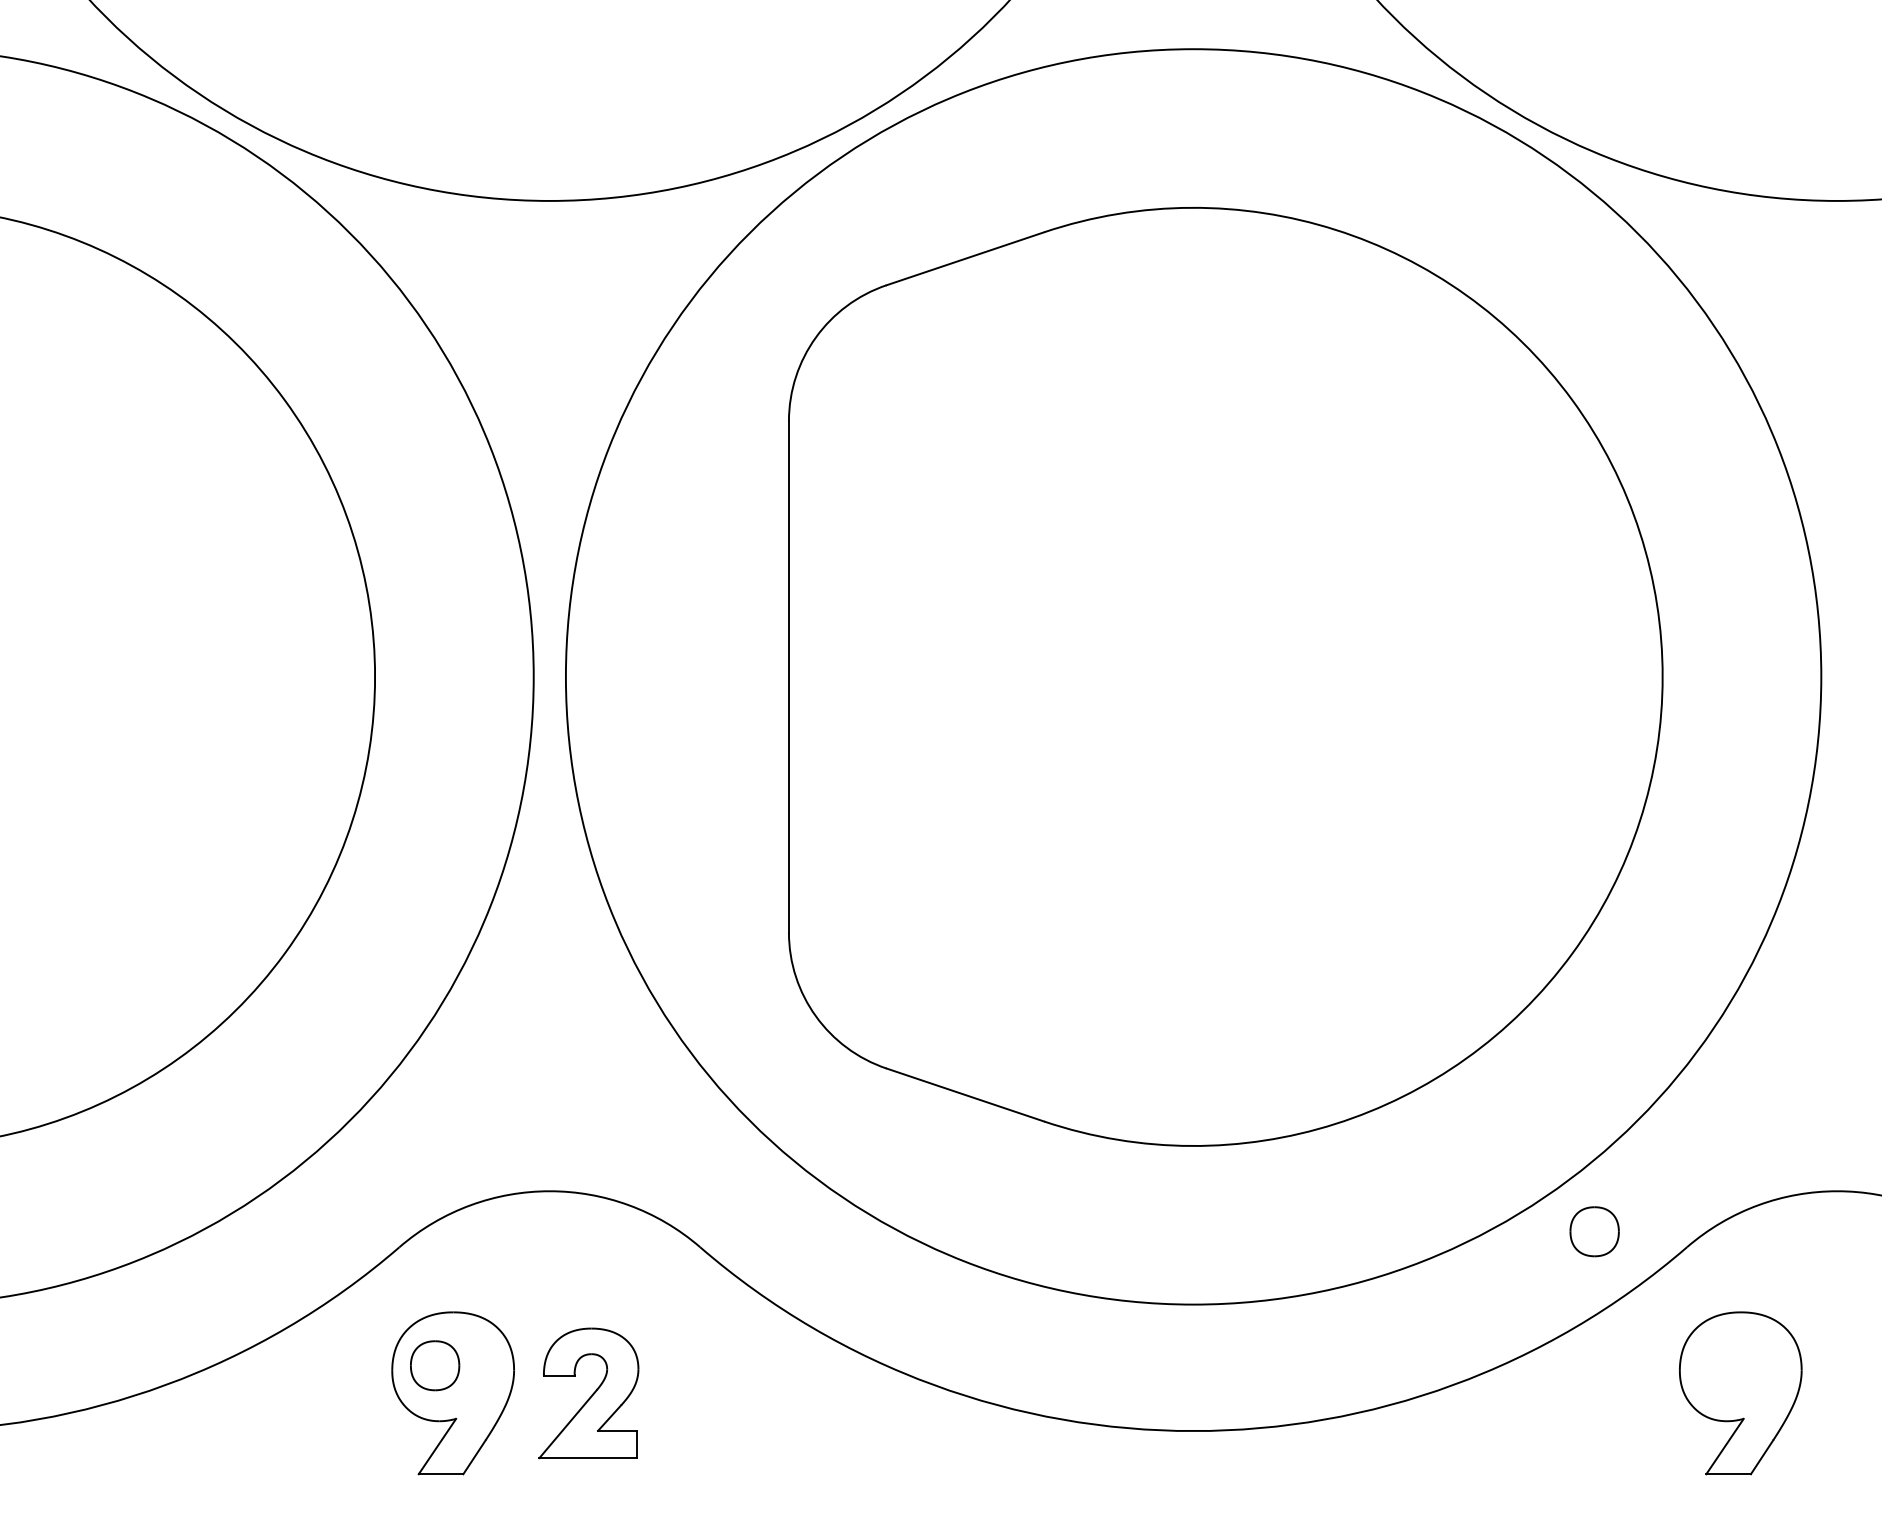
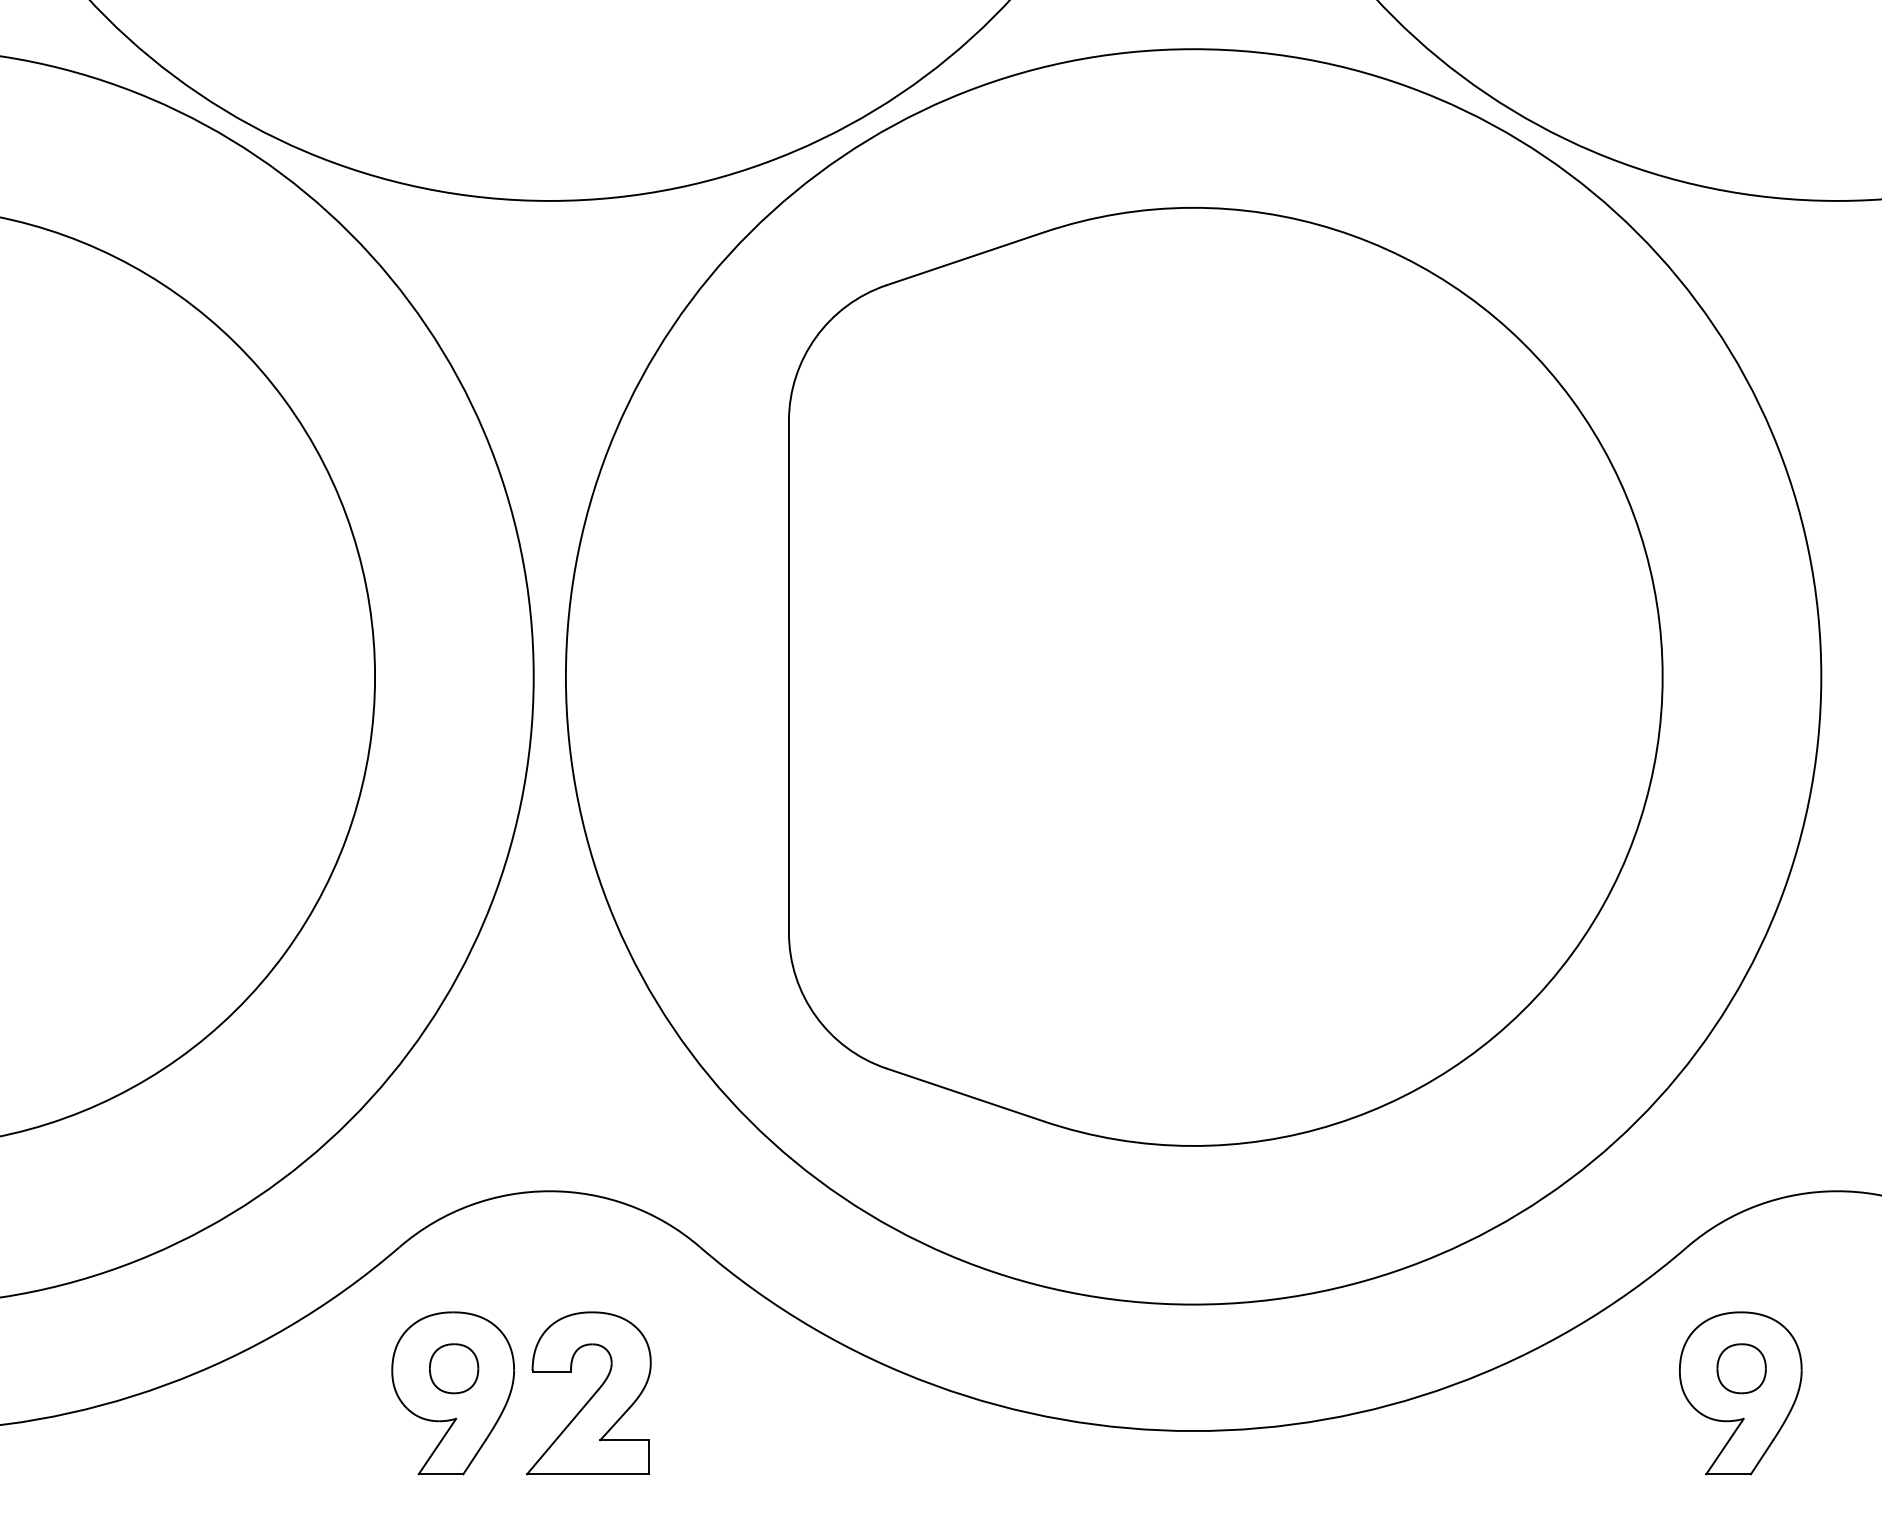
part at (1594, 1231) position: (1594, 1231) -> (1741, 1368)
part at (435, 1365) position: (435, 1365) -> (454, 1368)
part at (588, 1393) size: 102x133 px -> 126x165 px
